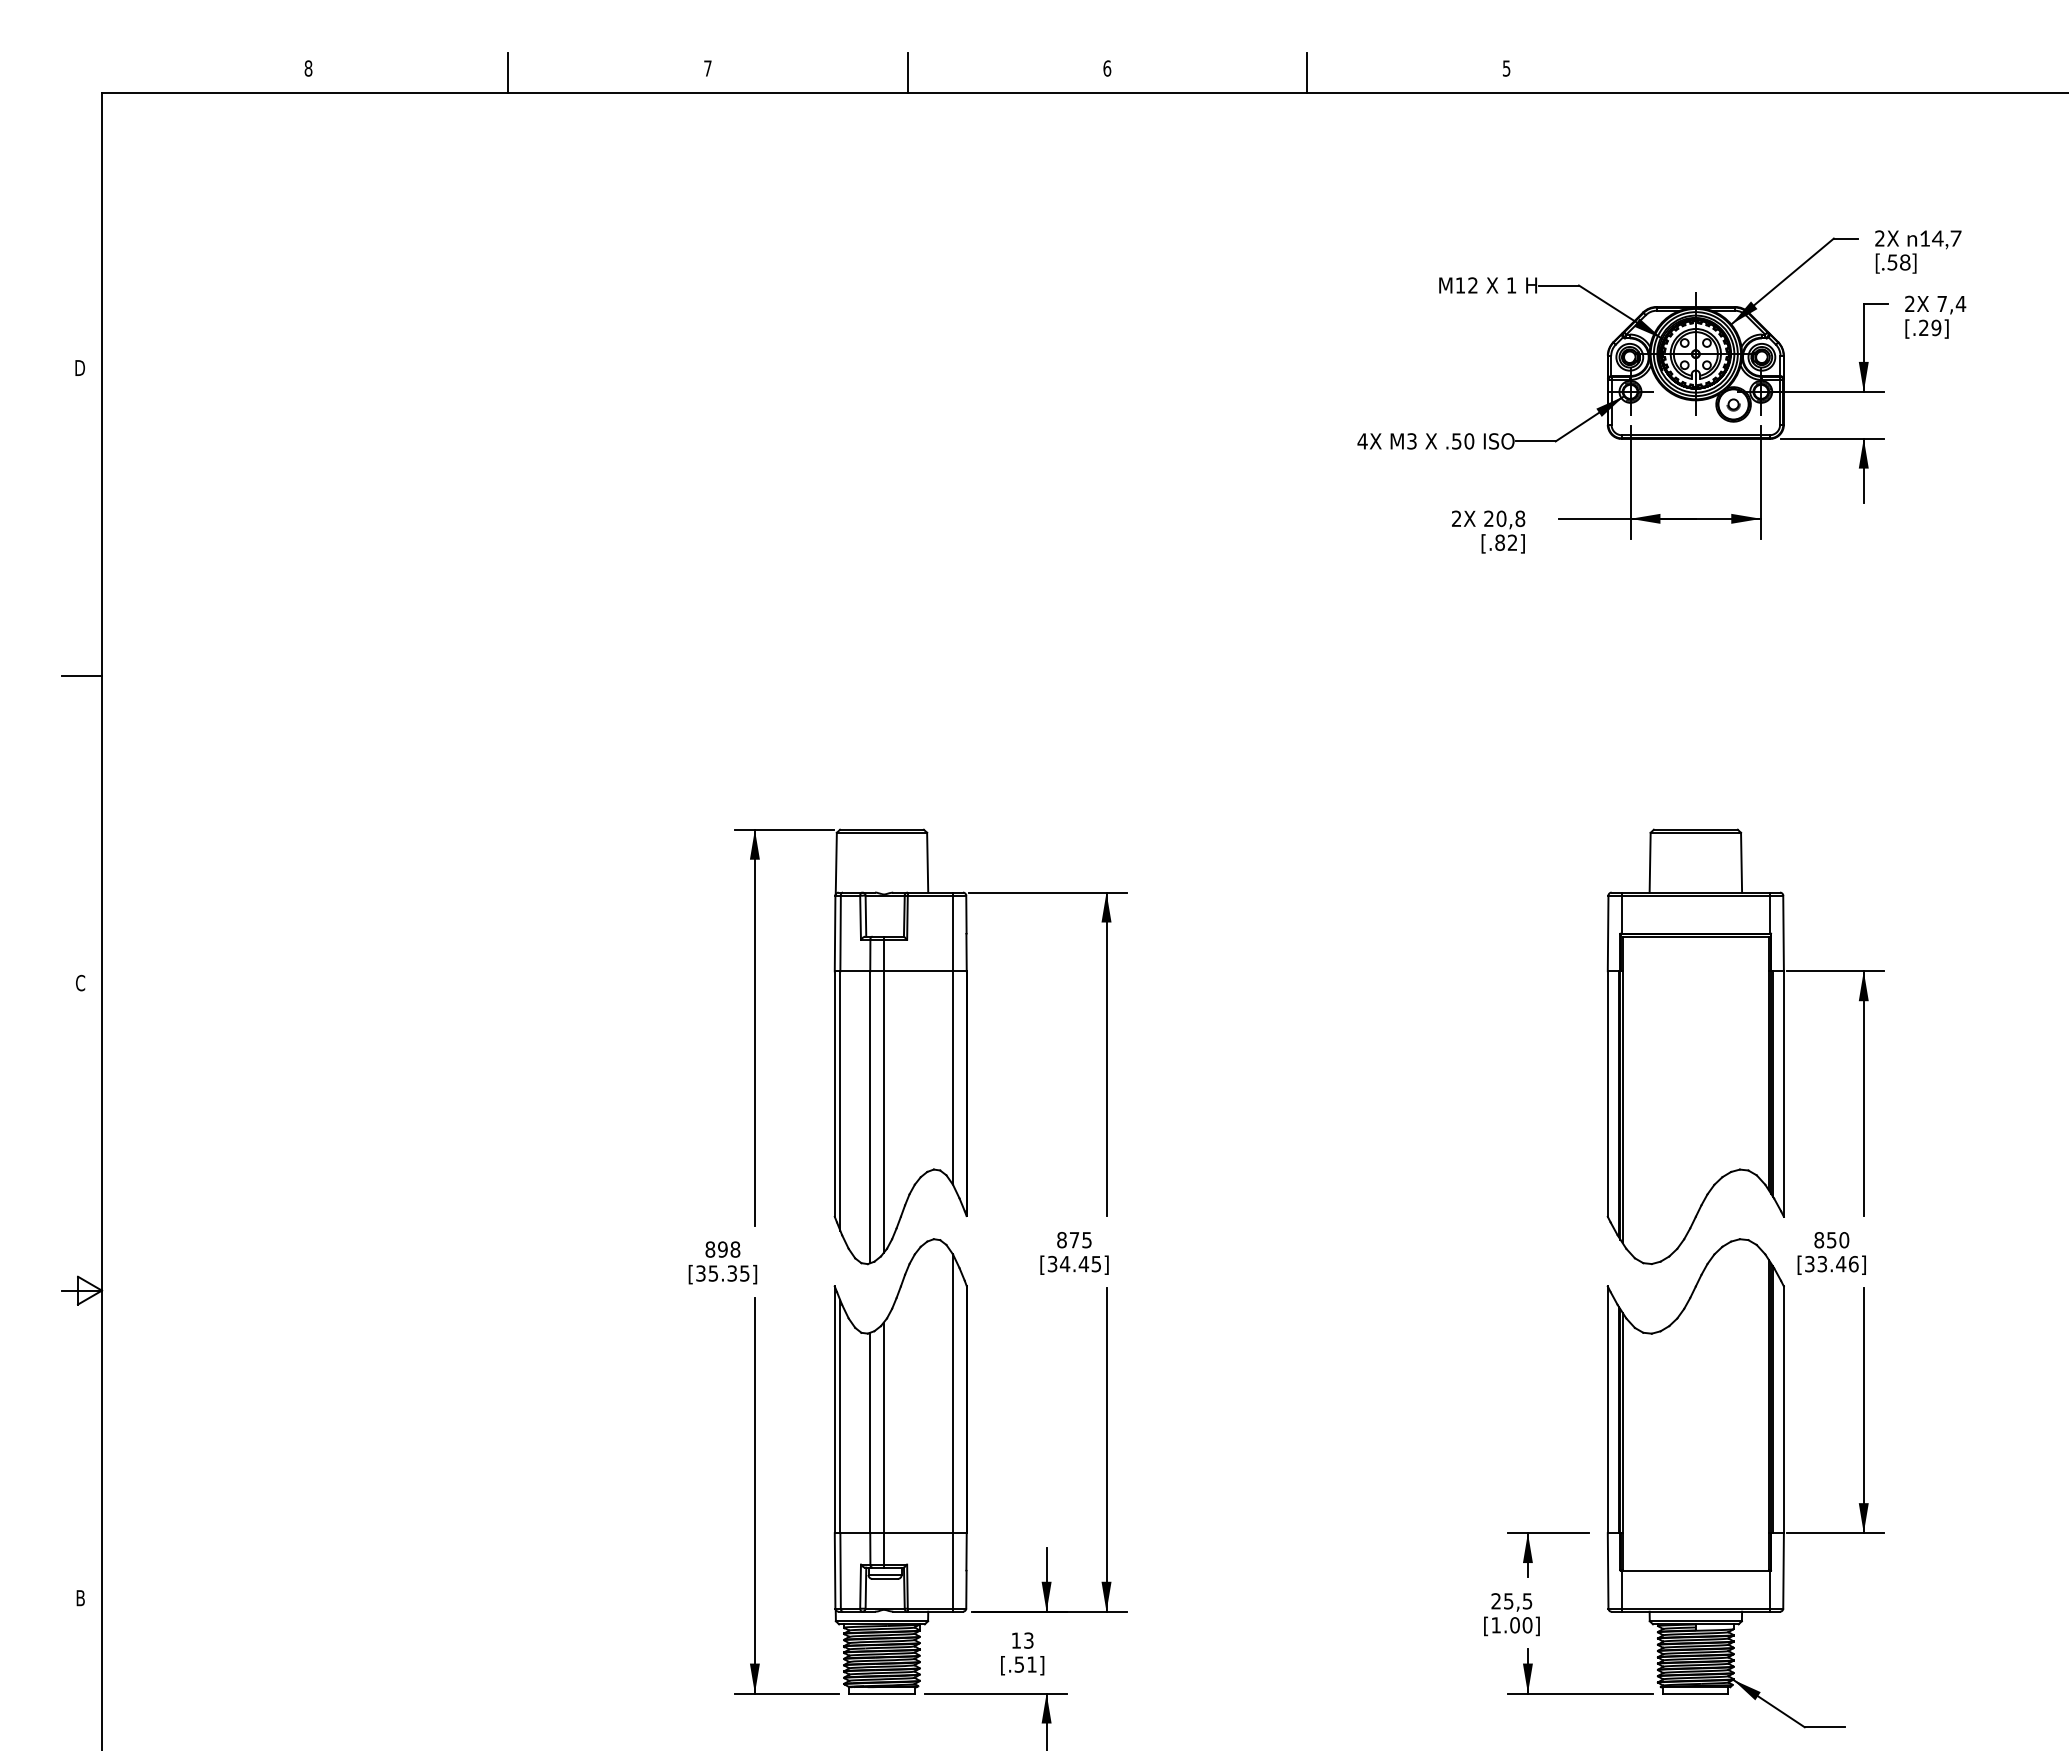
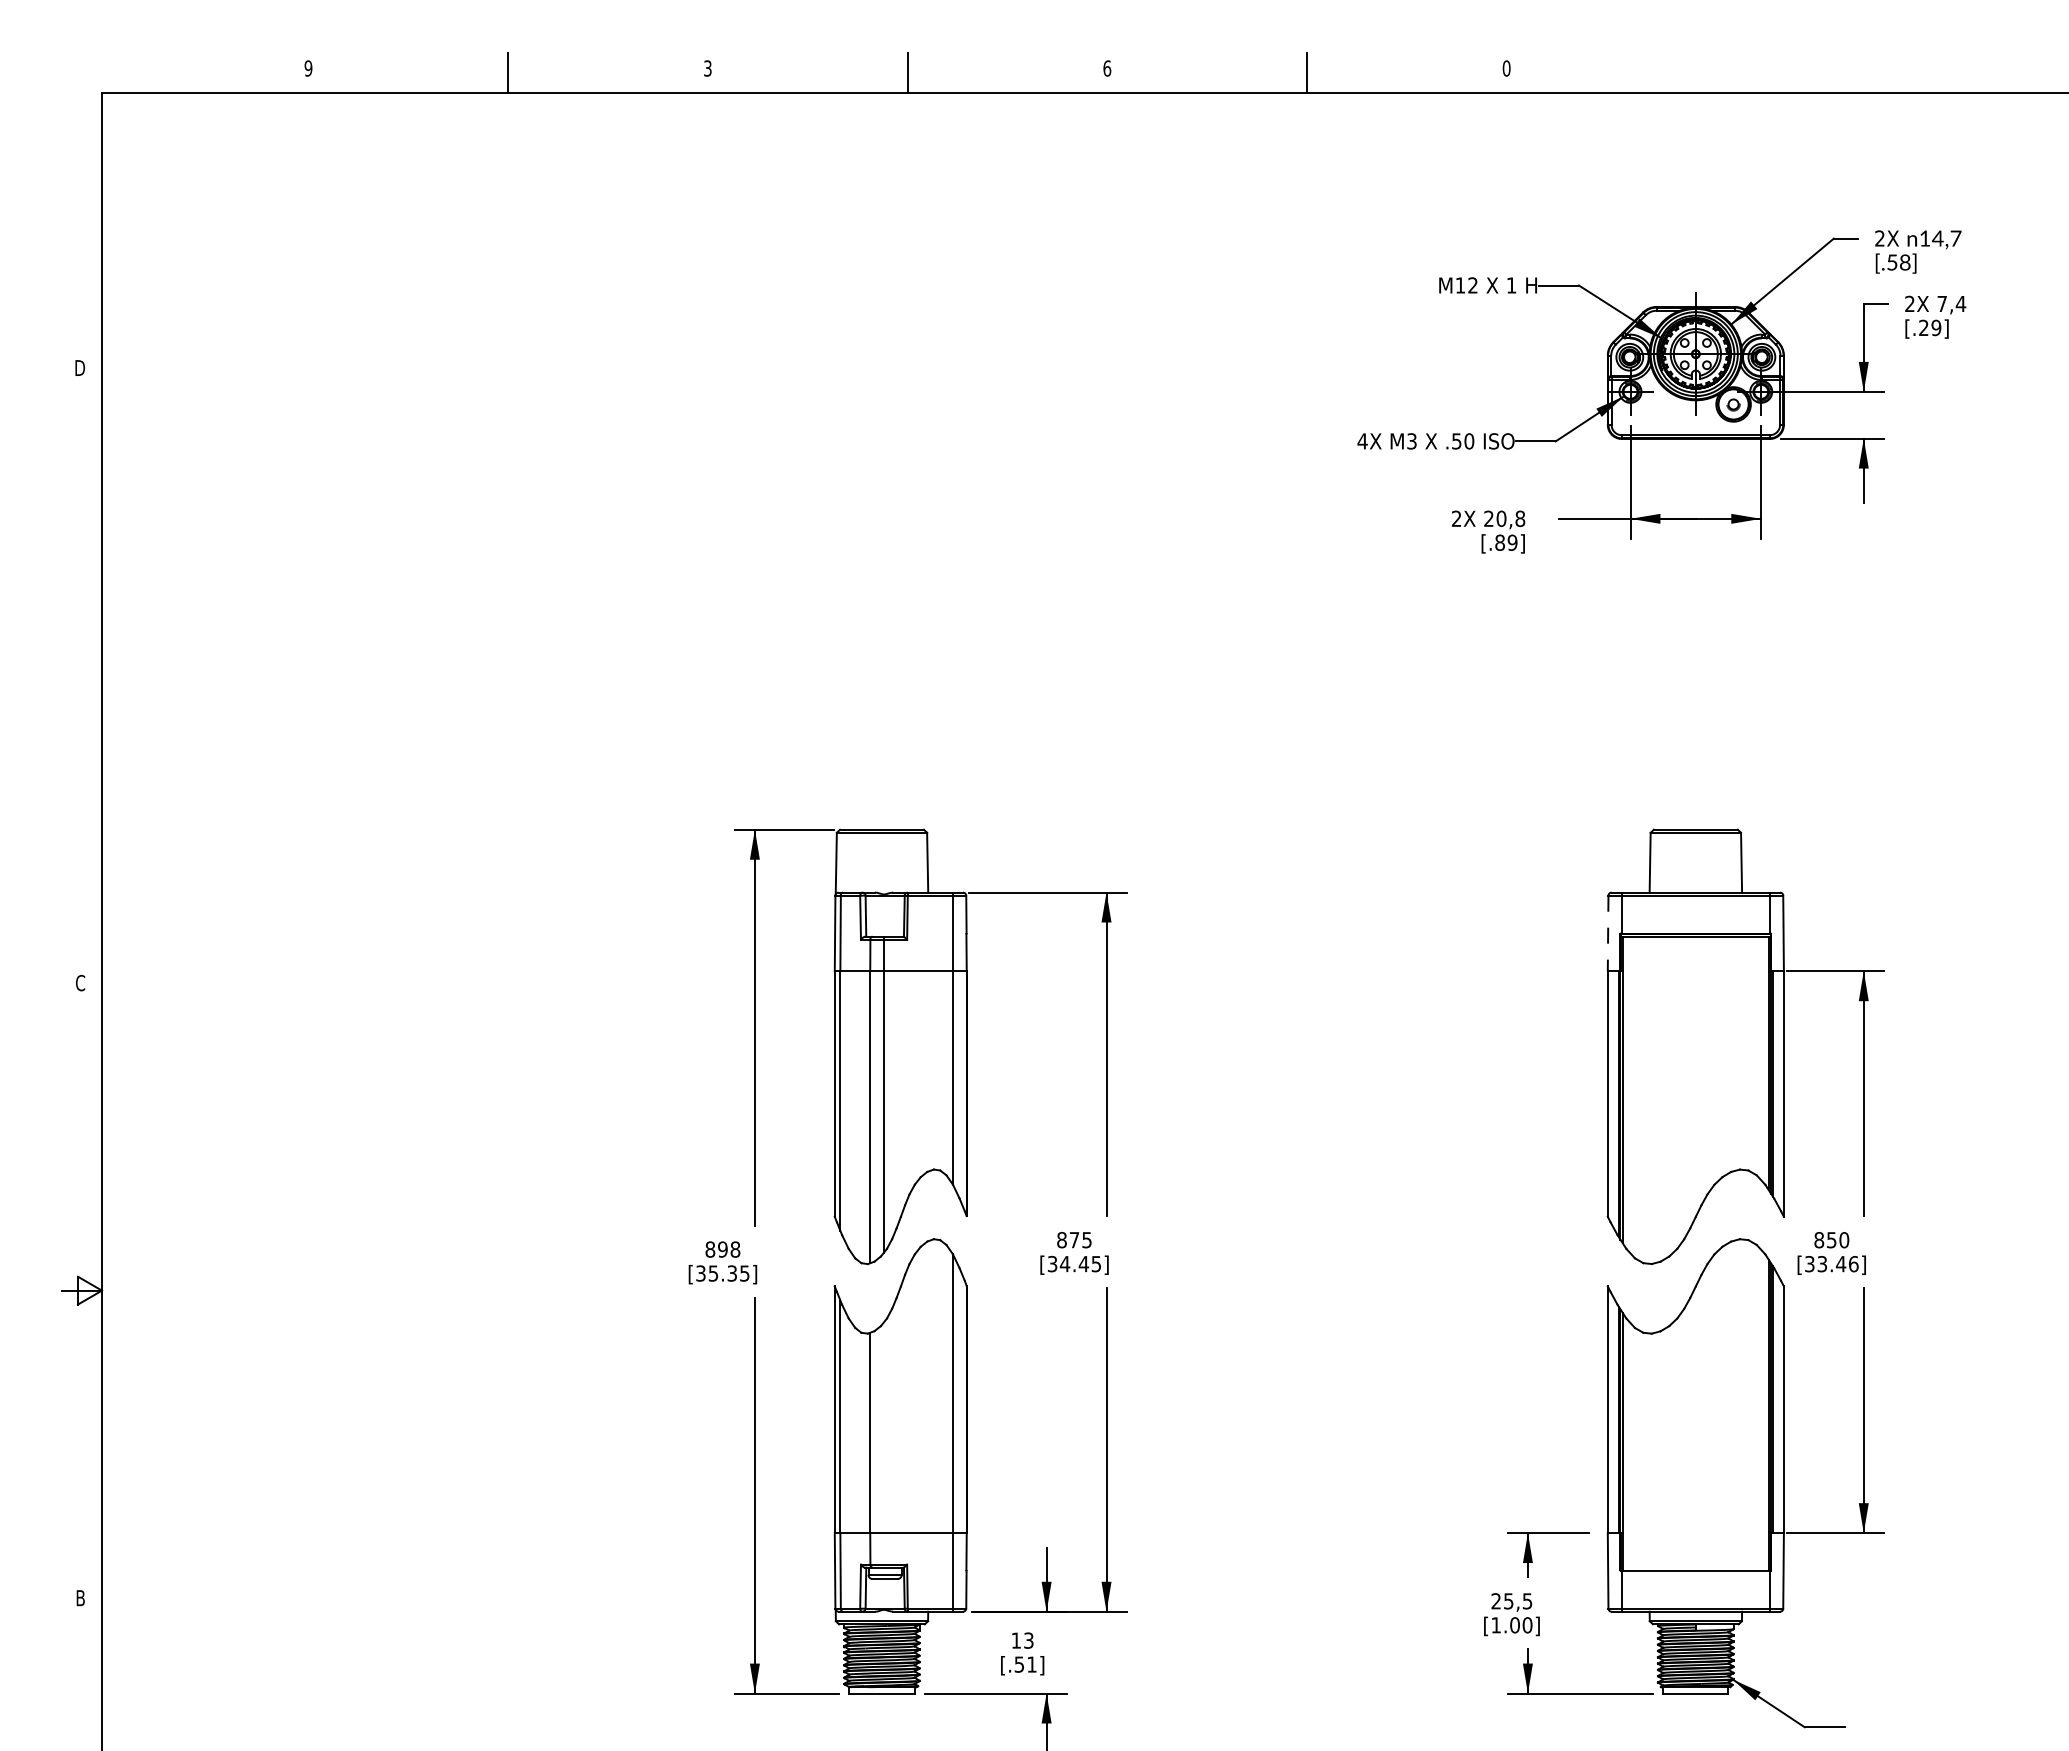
text at (308, 68): 8 -> 9
text at (707, 68): 7 -> 3
text at (1506, 68): 5 -> 0
text at (1512, 542): [.82] -> [.89]
line at (82, 675): present -> none
line at (1608, 933): solid -> dashed
line at (883, 1444): present -> none
